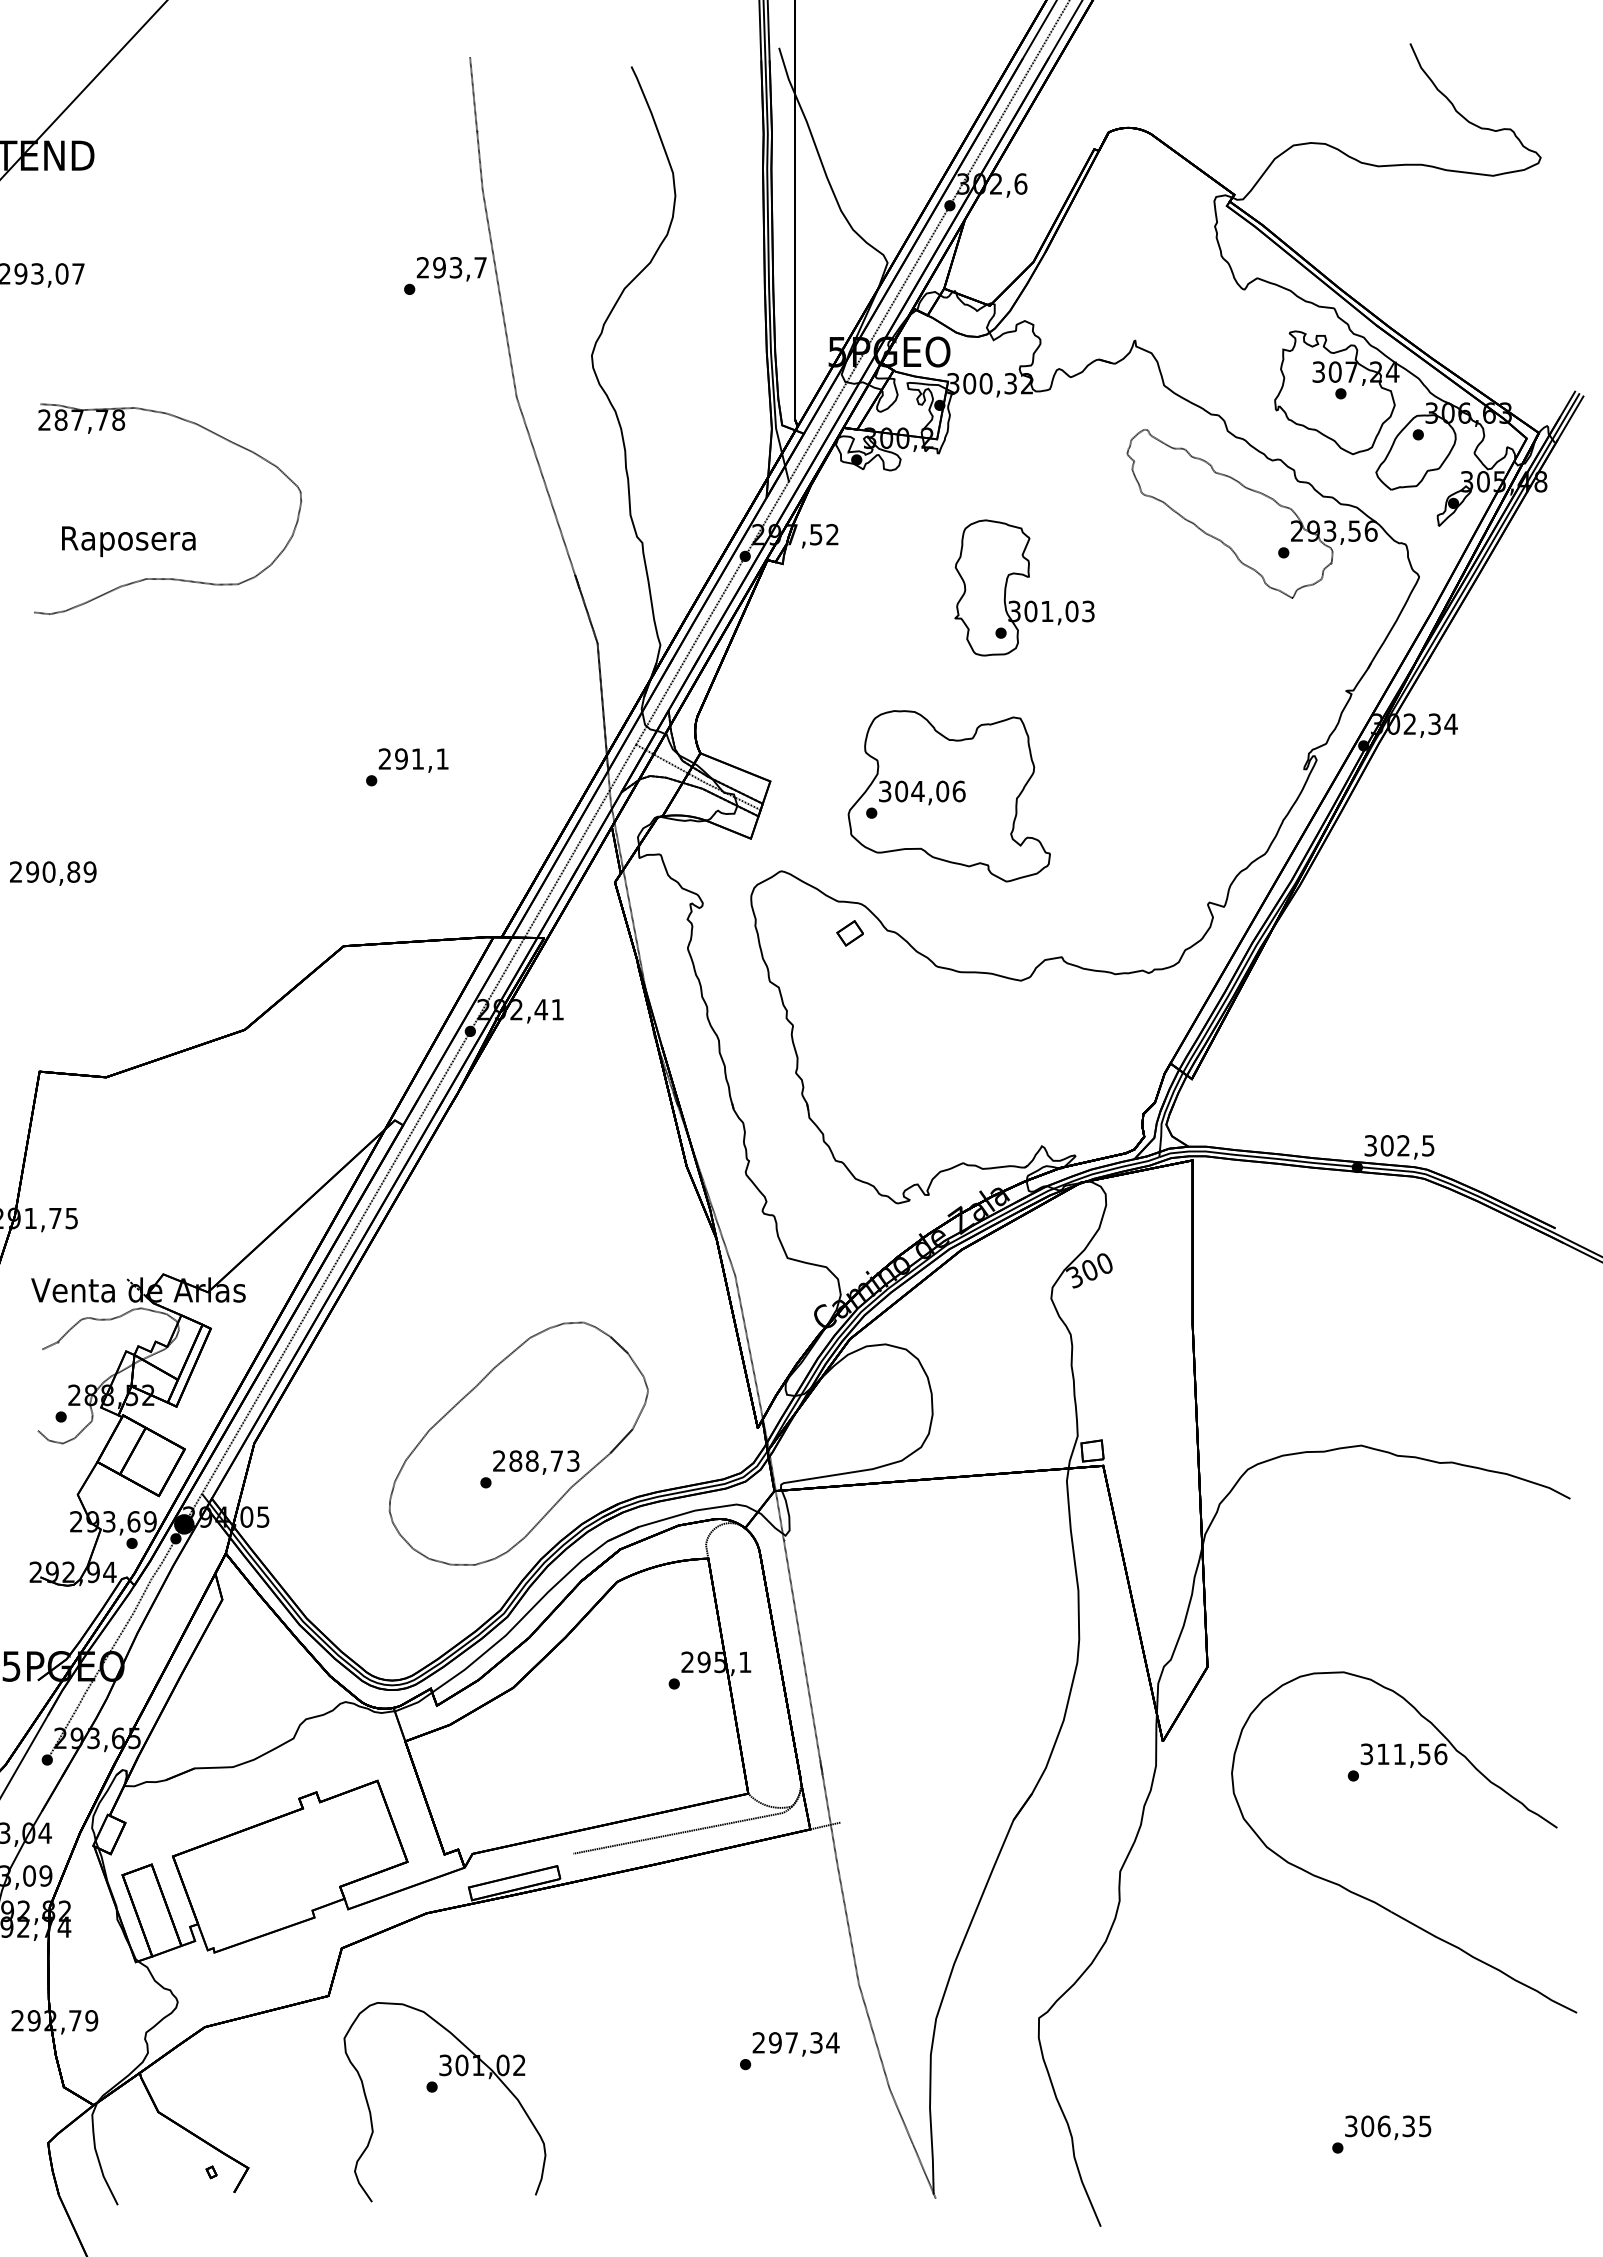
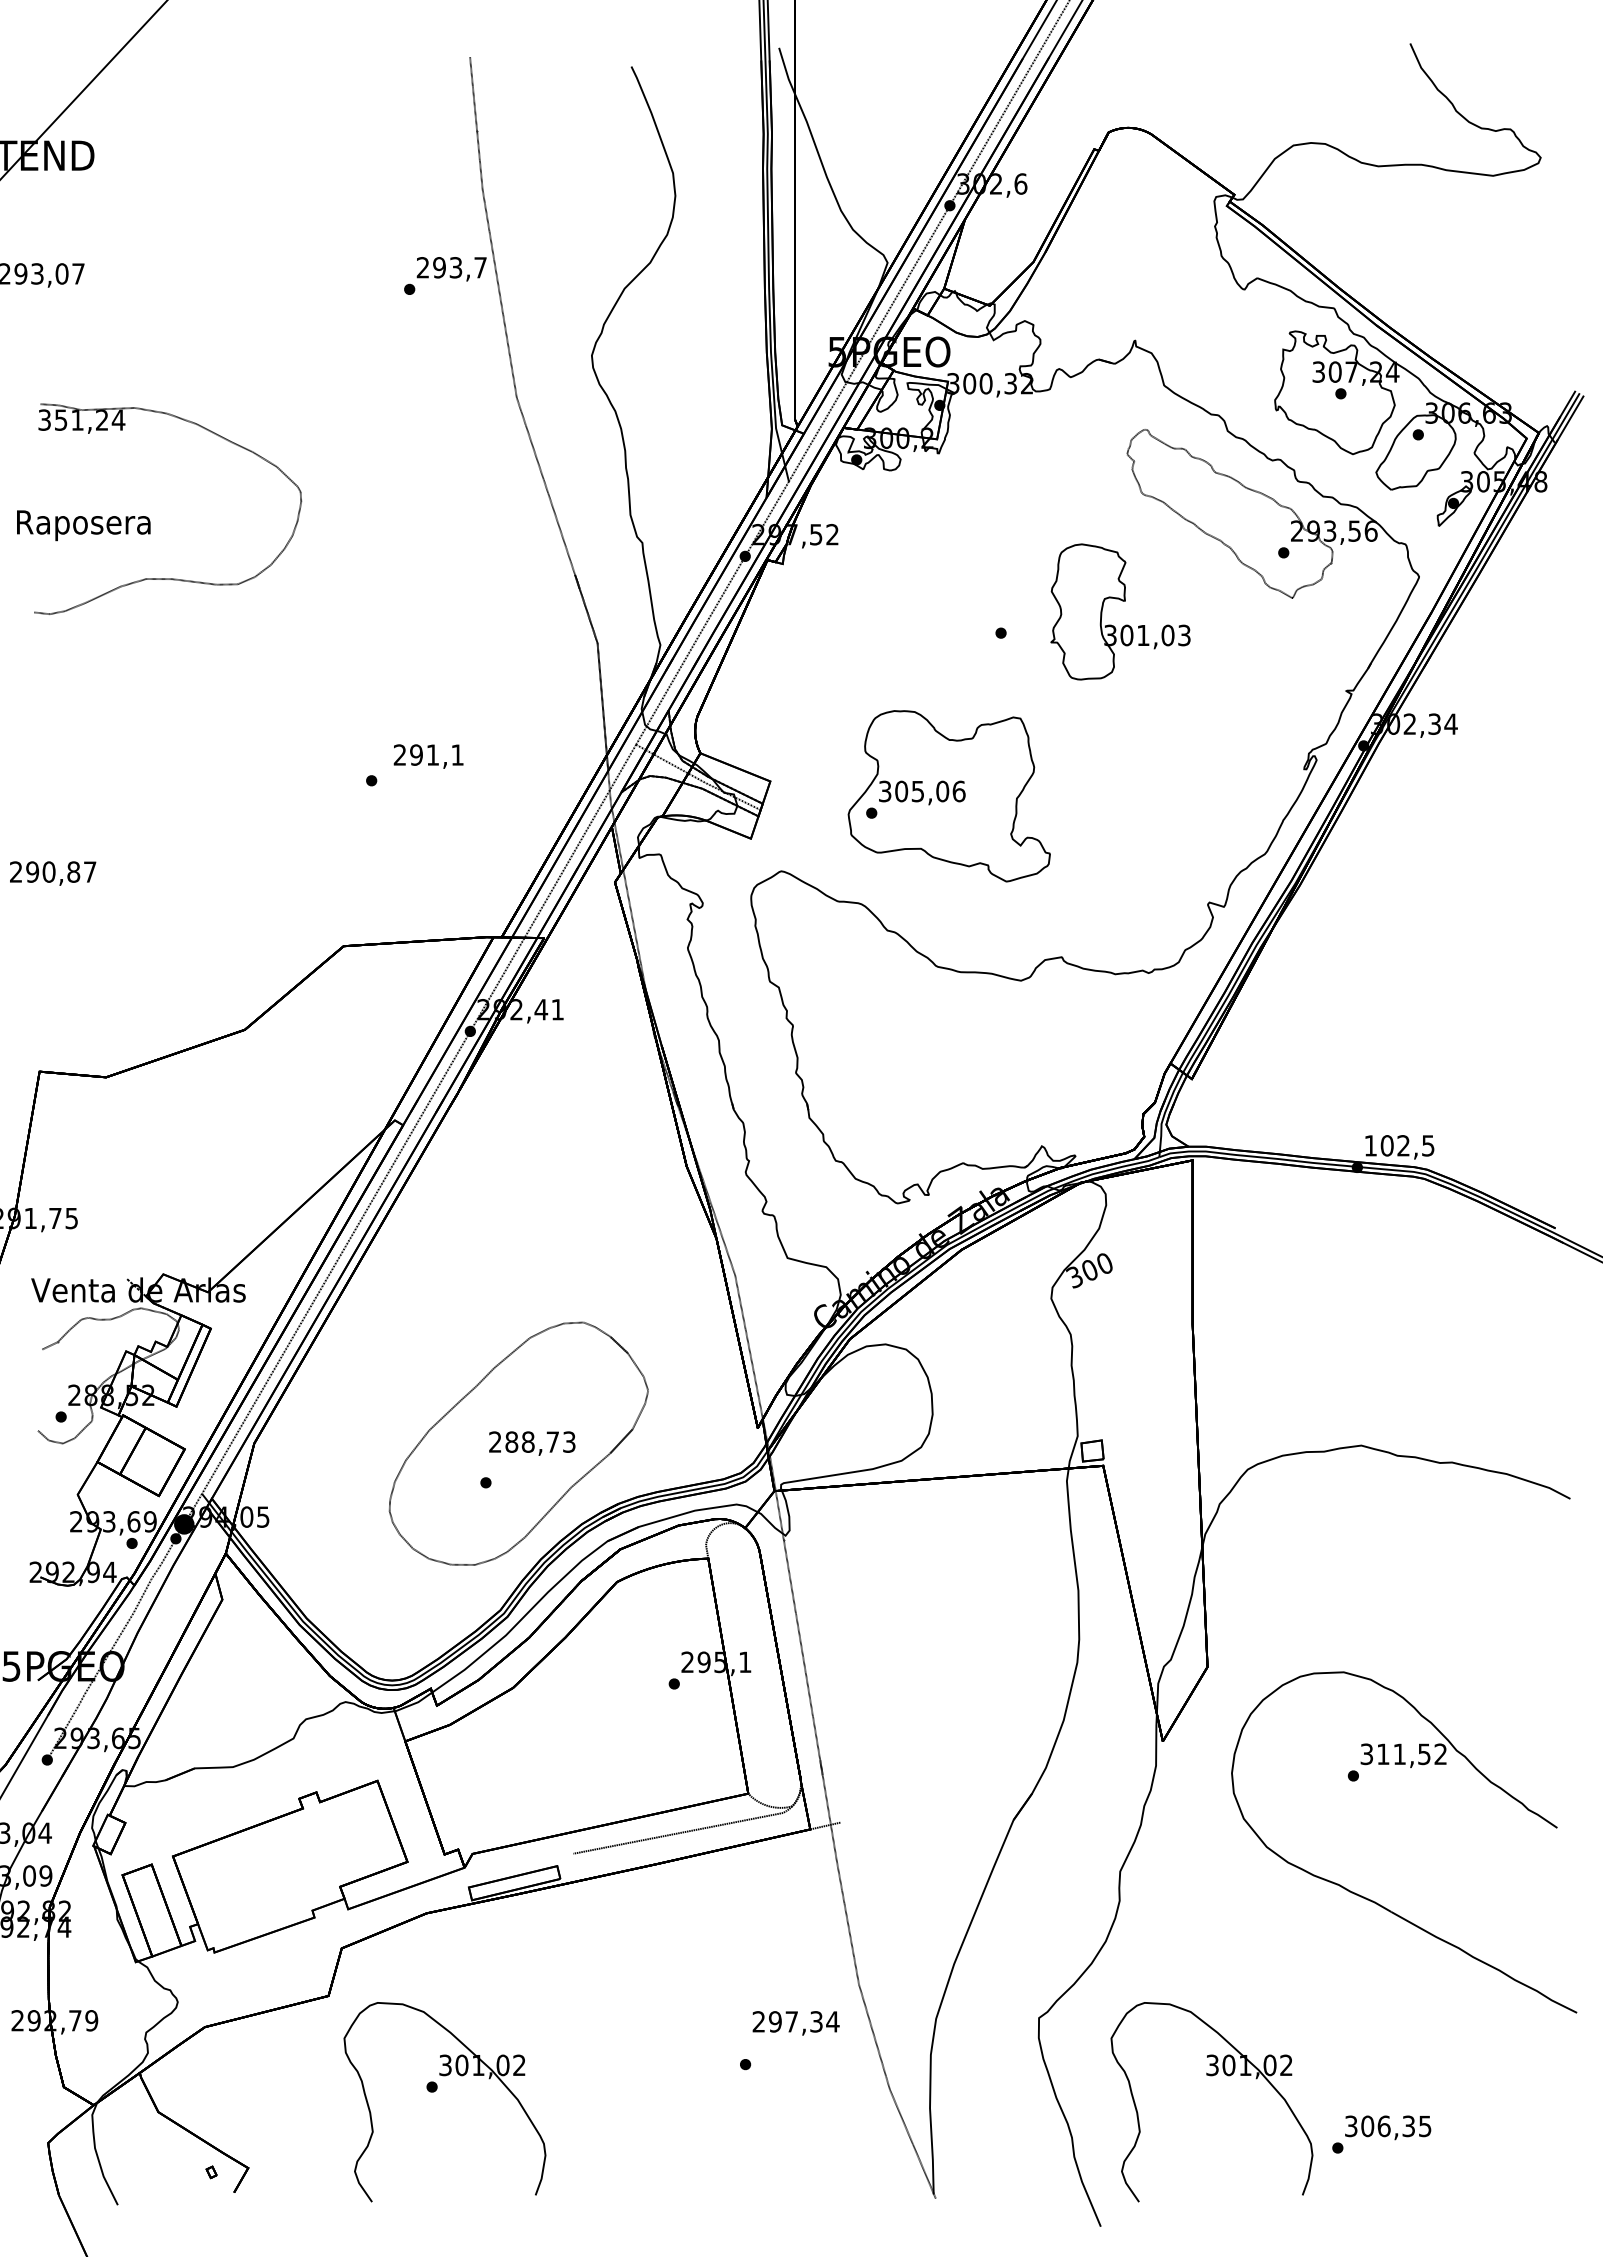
text at (81, 419): 287,78 -> 351,24
text at (128, 541) position: (128, 541) -> (83, 525)
part at (1026, 577) position: (1026, 577) -> (1122, 601)
text at (413, 760) position: (413, 760) -> (428, 756)
text at (917, 791): 304,06 -> 305,06
text at (89, 871): 290,89 -> 290,87
part at (849, 933): present -> none
text at (1370, 1145): 302,5 -> 102,5
text at (536, 1462) position: (536, 1462) -> (532, 1443)
text at (1440, 1754): 311,56 -> 311,52
text at (795, 2044) position: (795, 2044) -> (795, 2023)
part at (1211, 2076): none -> present
